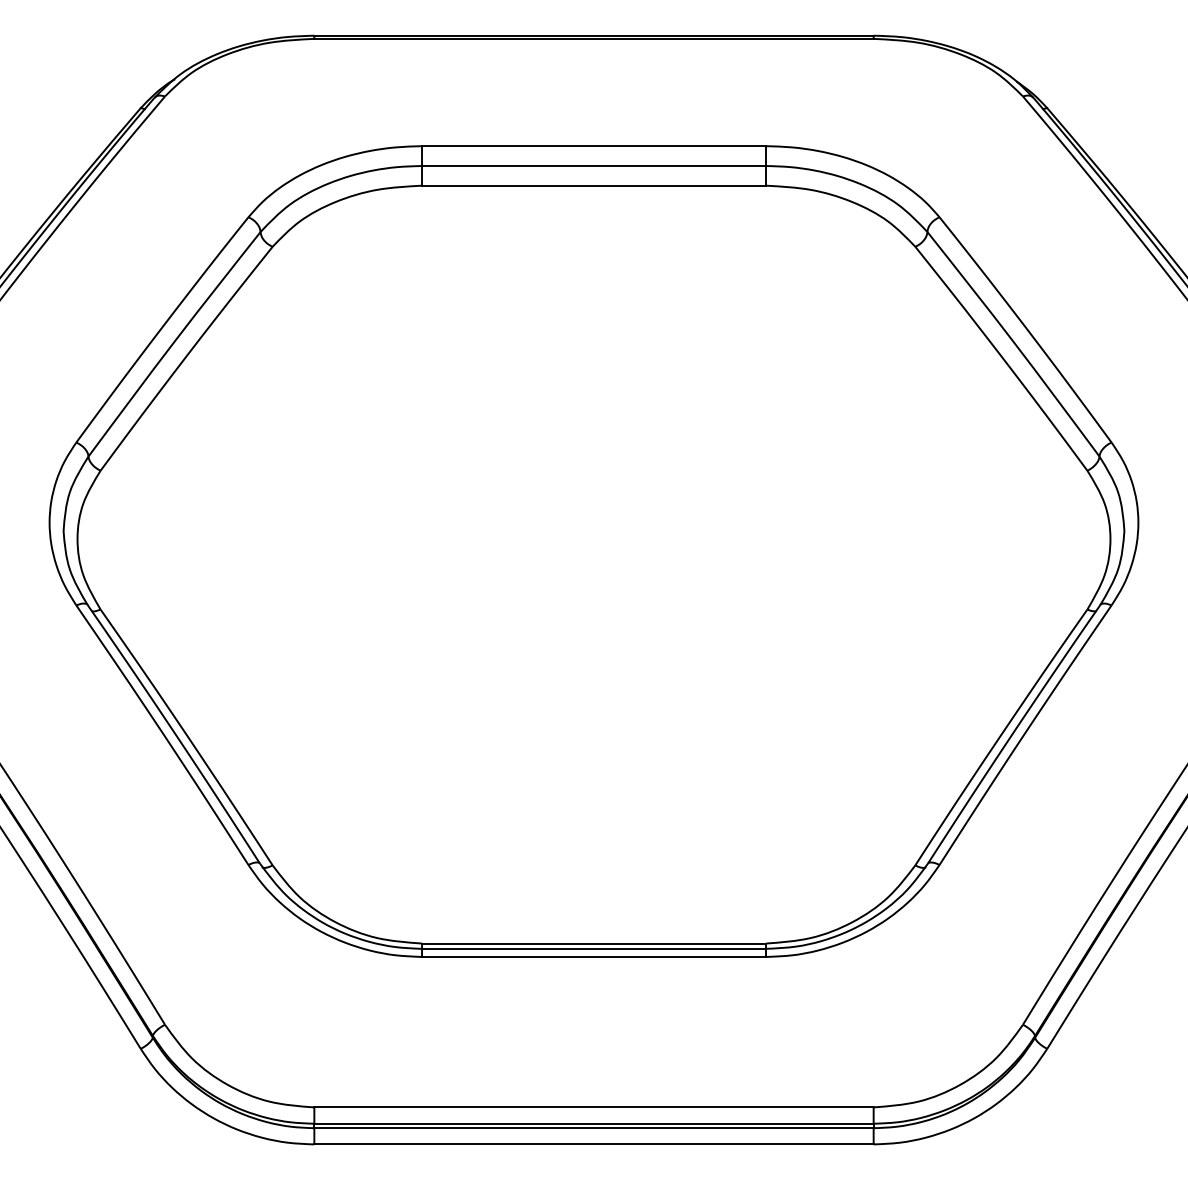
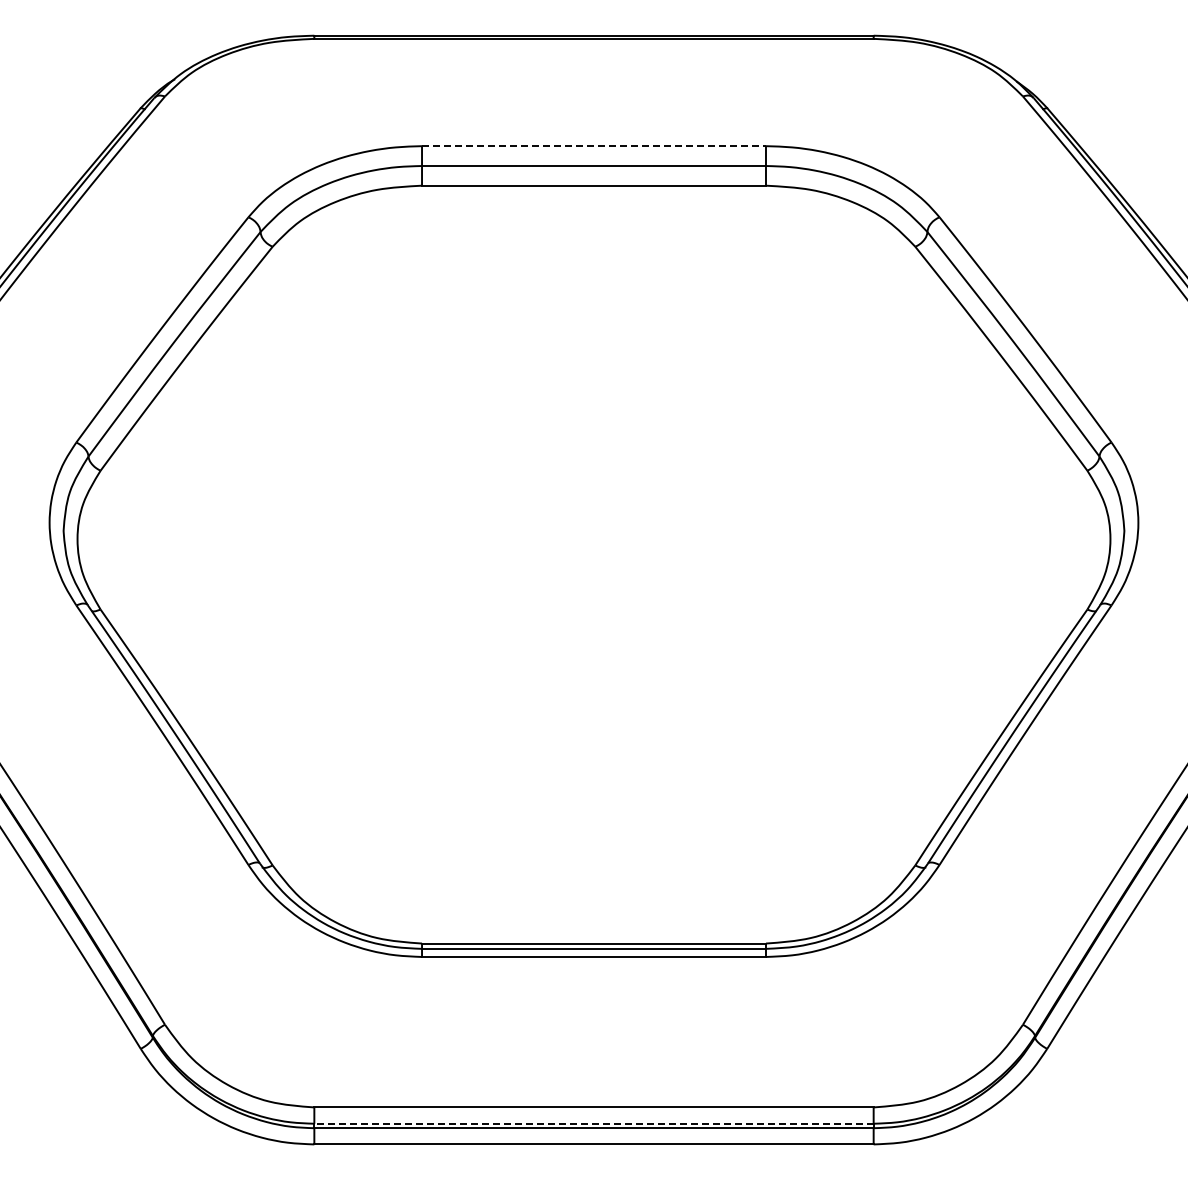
line at (594, 146): solid -> dashed
line at (594, 1123): solid -> dashed
